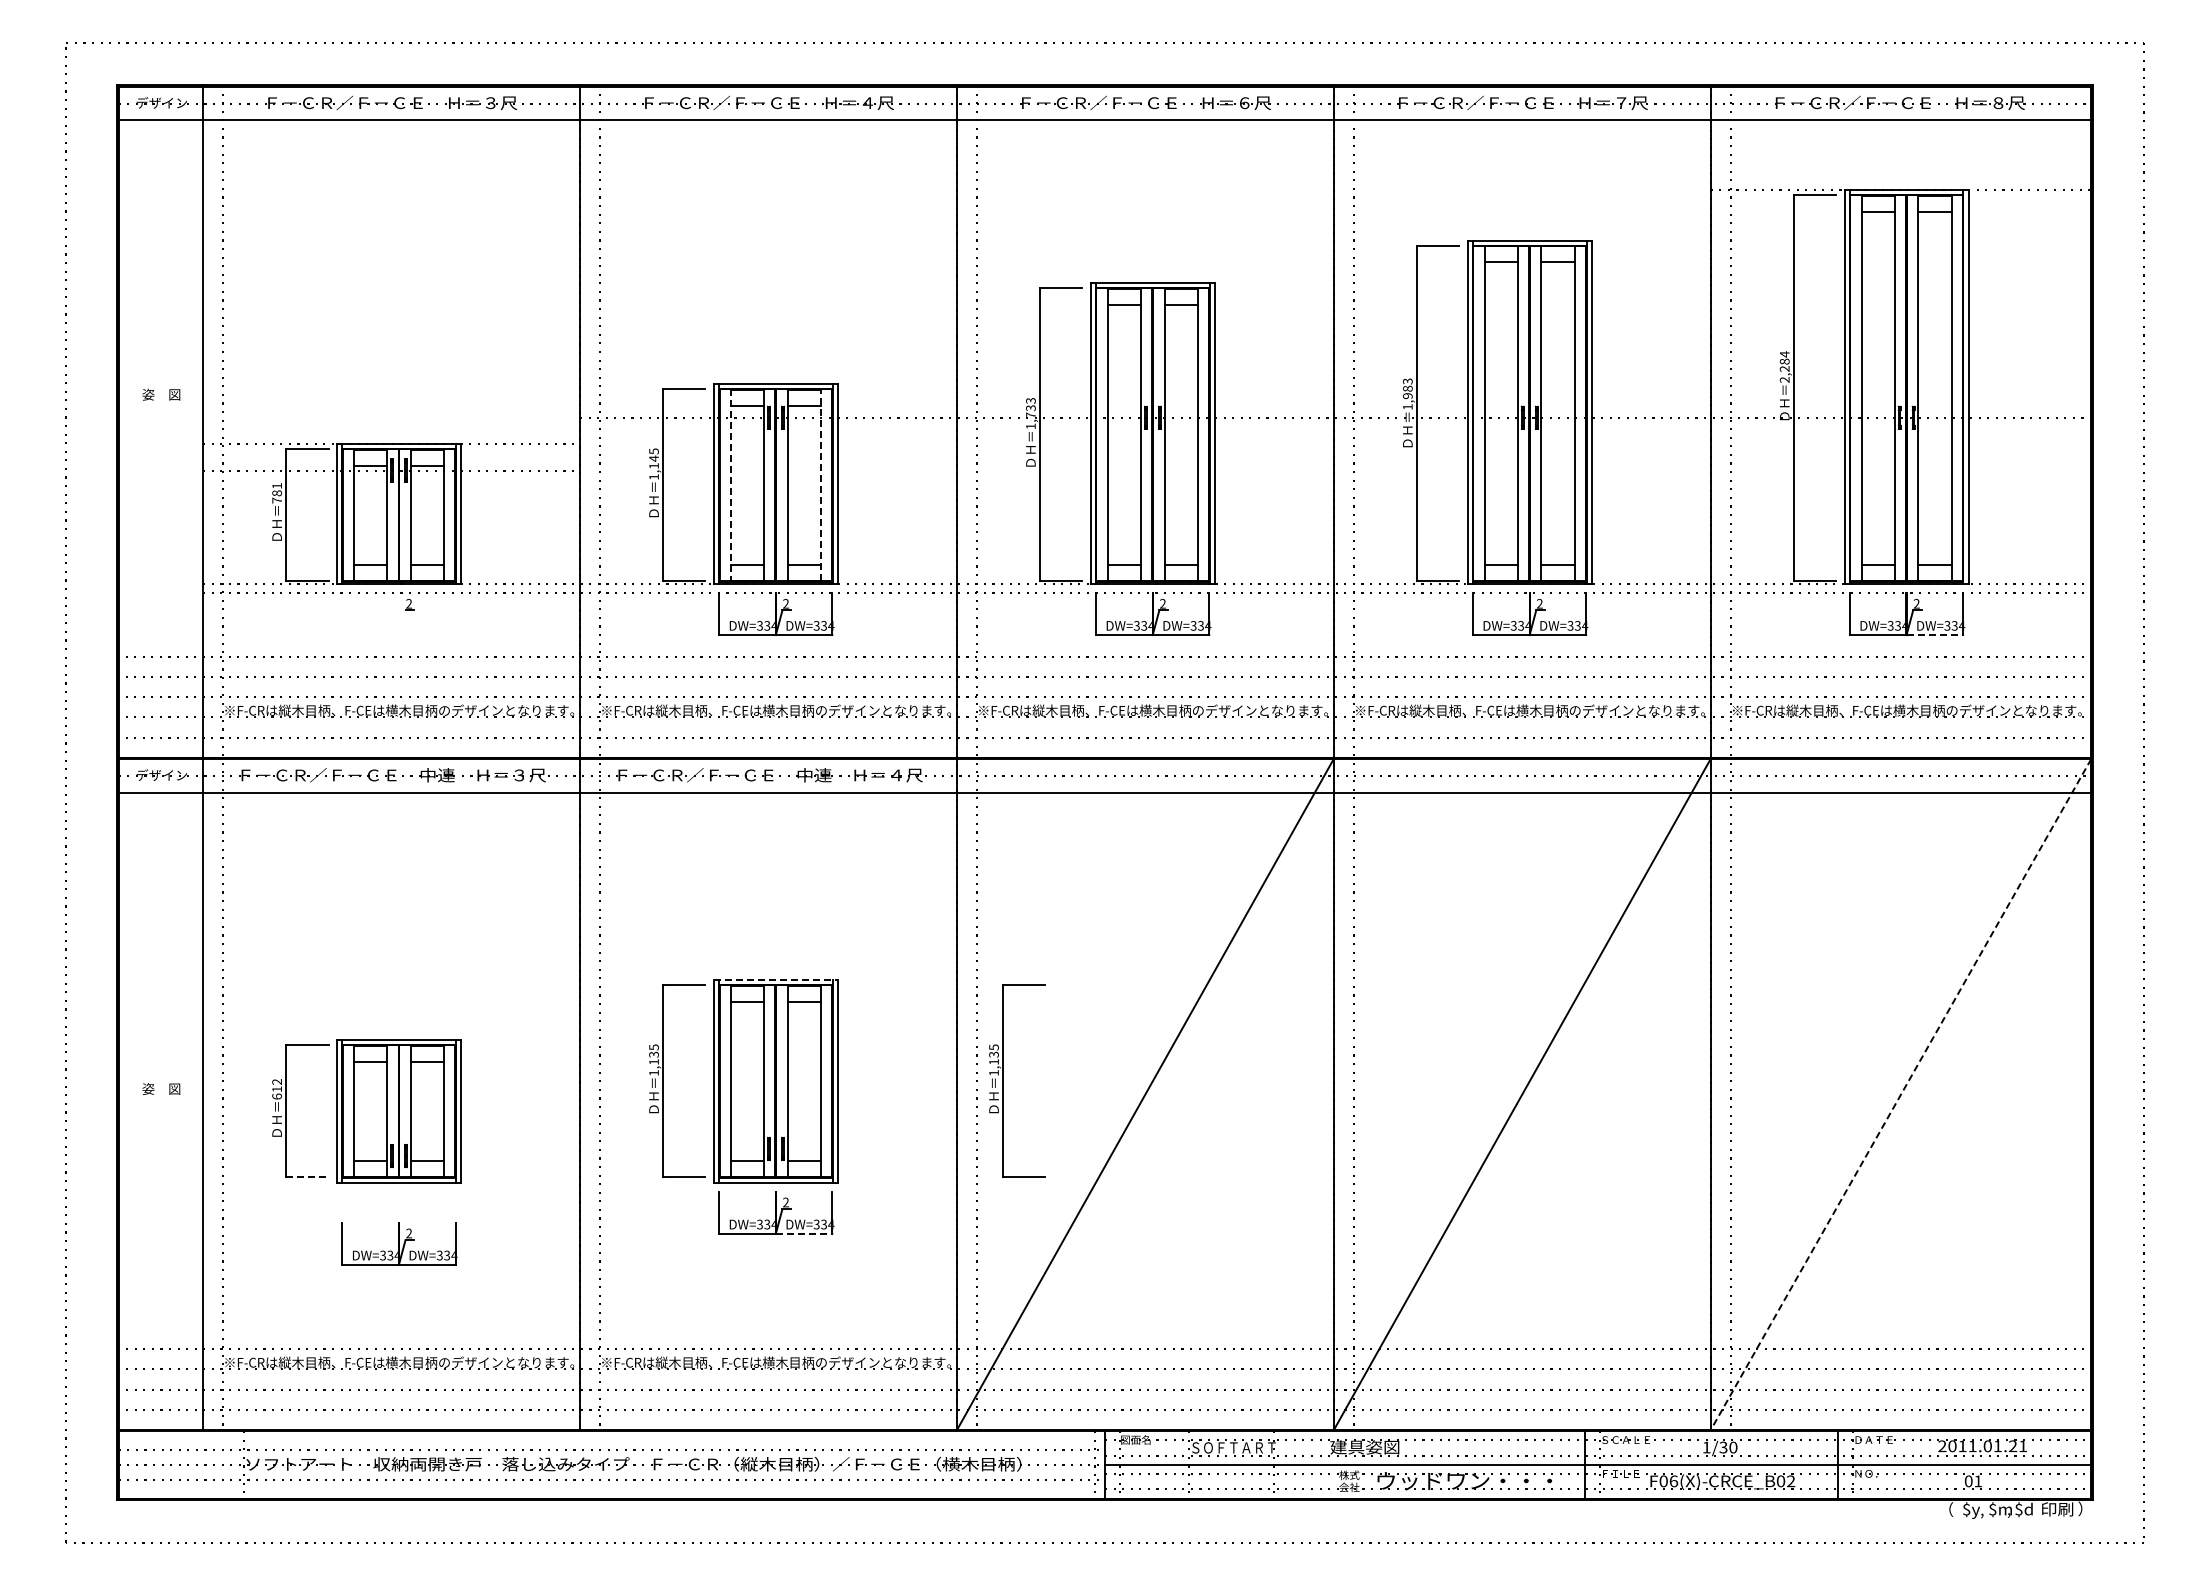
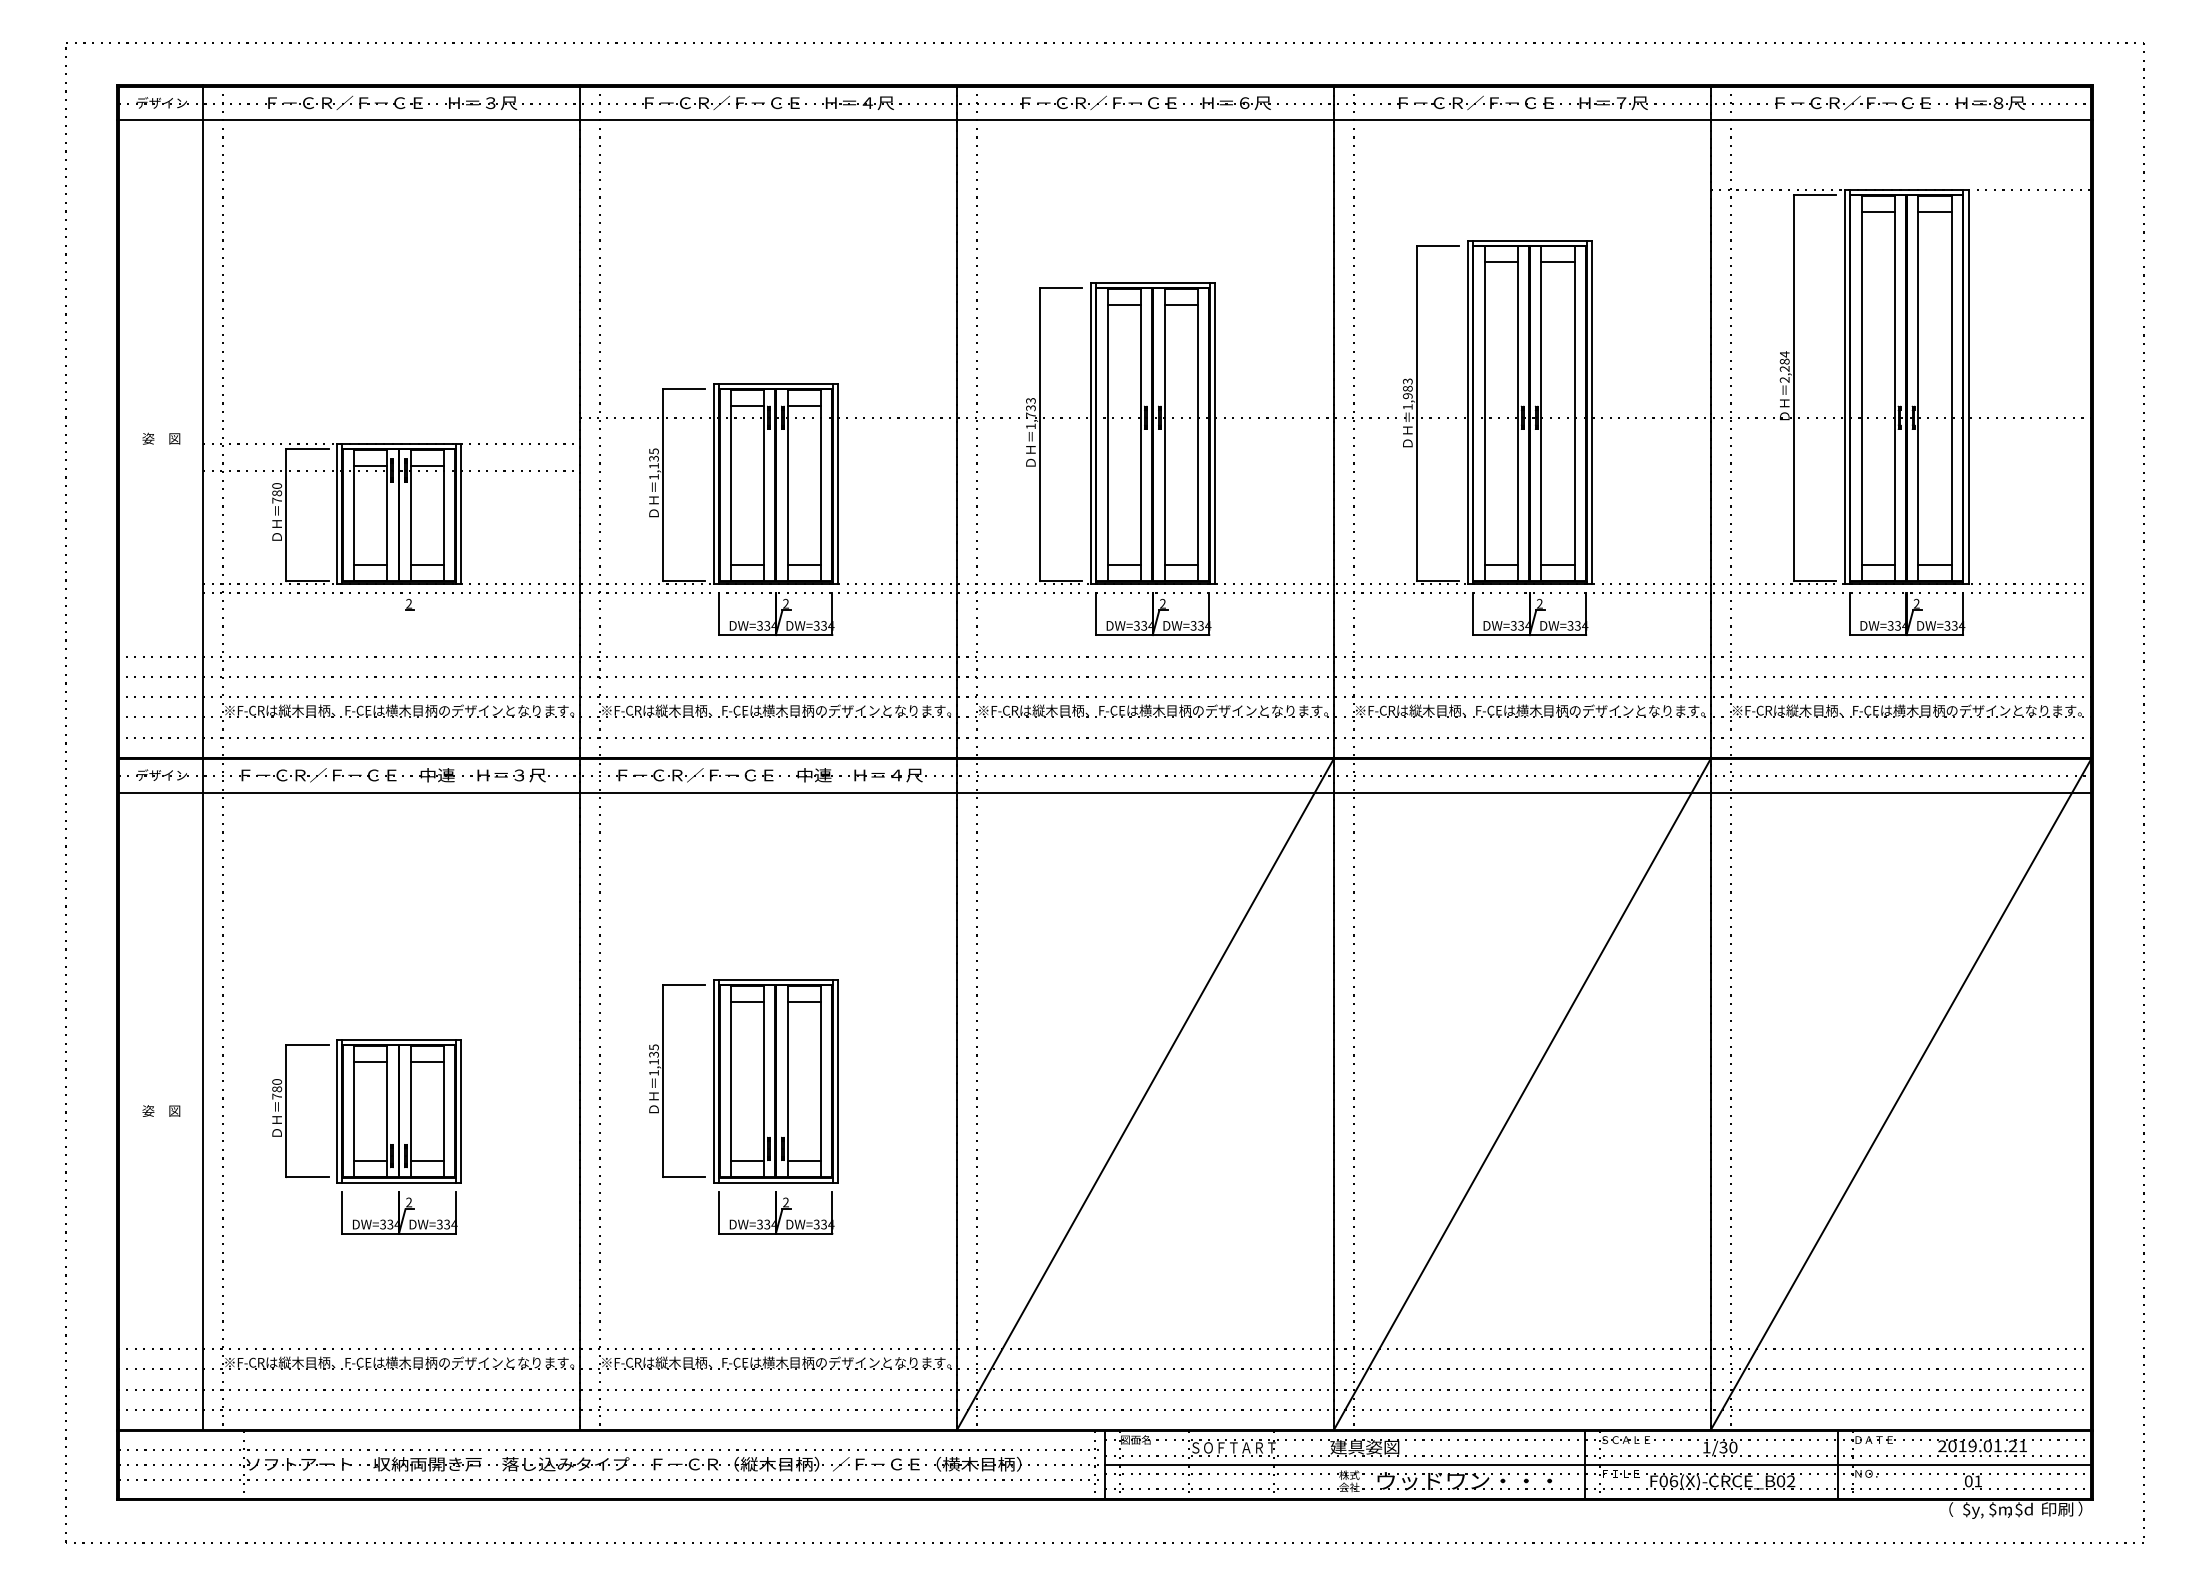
text at (161, 394) position: (161, 394) -> (161, 438)
text at (653, 458): 1,145 -> 1,135
text at (276, 485): 781 -> 780
line at (730, 485): dashed -> solid
line at (820, 485): dashed -> solid
line at (1935, 635): dashed -> solid
line at (775, 979): dashed -> solid
part at (1003, 1080): present -> none
text at (161, 1088) position: (161, 1088) -> (161, 1110)
text at (277, 1089): 612 -> 780
line at (1901, 1094): dashed -> solid
line at (307, 1177): dashed -> solid
line at (804, 1233): dashed -> solid
part at (399, 1243) position: (399, 1243) -> (399, 1212)
text at (1972, 1446): 2011.01.21 -> 2019.01.21
